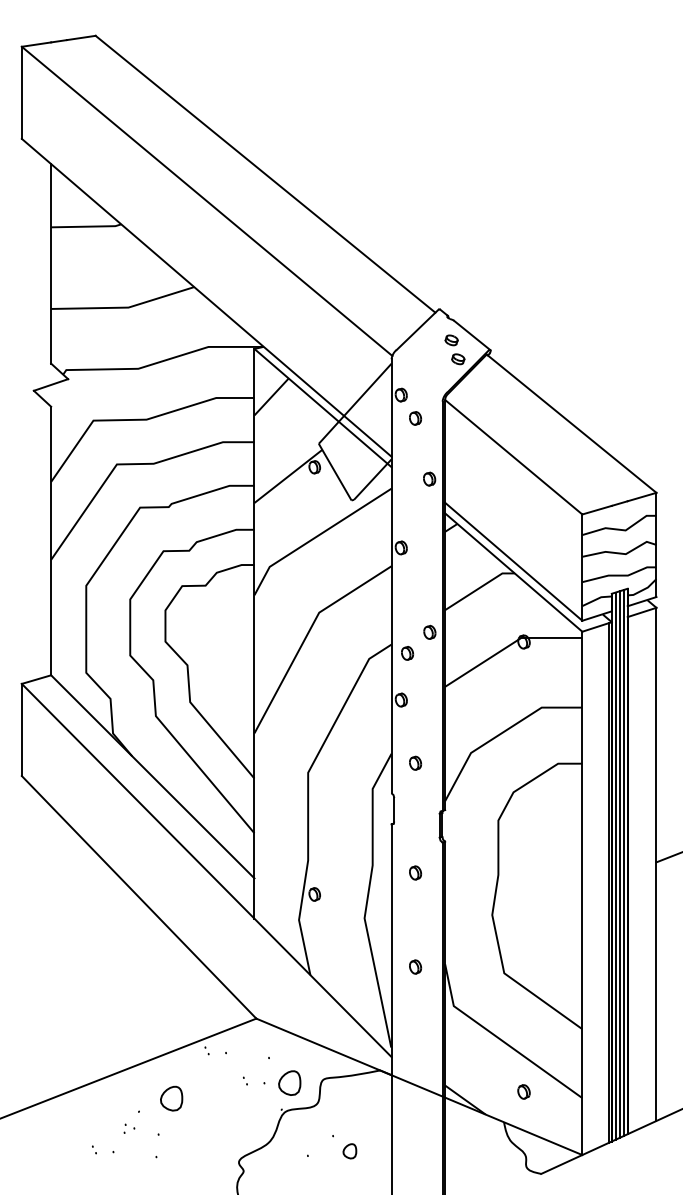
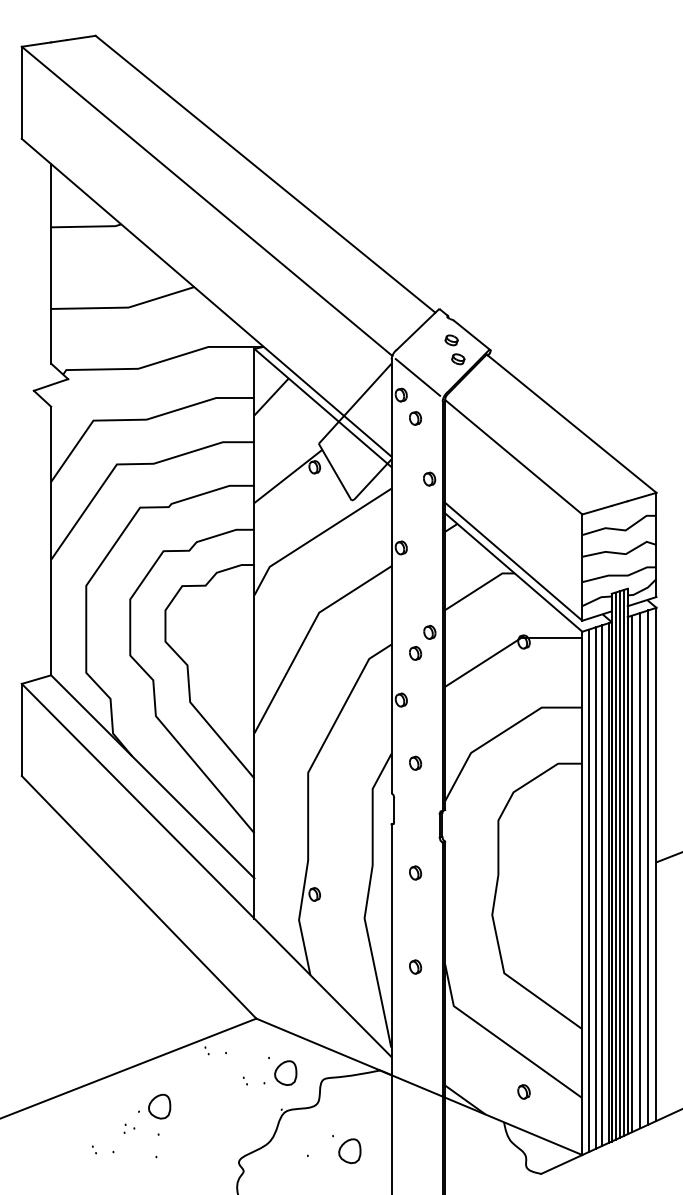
line at (417, 377): none -> present
part at (407, 653) position: (407, 653) -> (415, 653)
line at (648, 867): none -> present
line at (640, 870): none -> present
line at (632, 873): none -> present
line at (602, 885): none -> present
line at (595, 887): none -> present
line at (589, 890): none -> present
part at (289, 1082) position: (289, 1082) -> (285, 1072)
part at (171, 1098) position: (171, 1098) -> (159, 1106)
part at (349, 1151) size: 16x17 px -> 24x27 px
